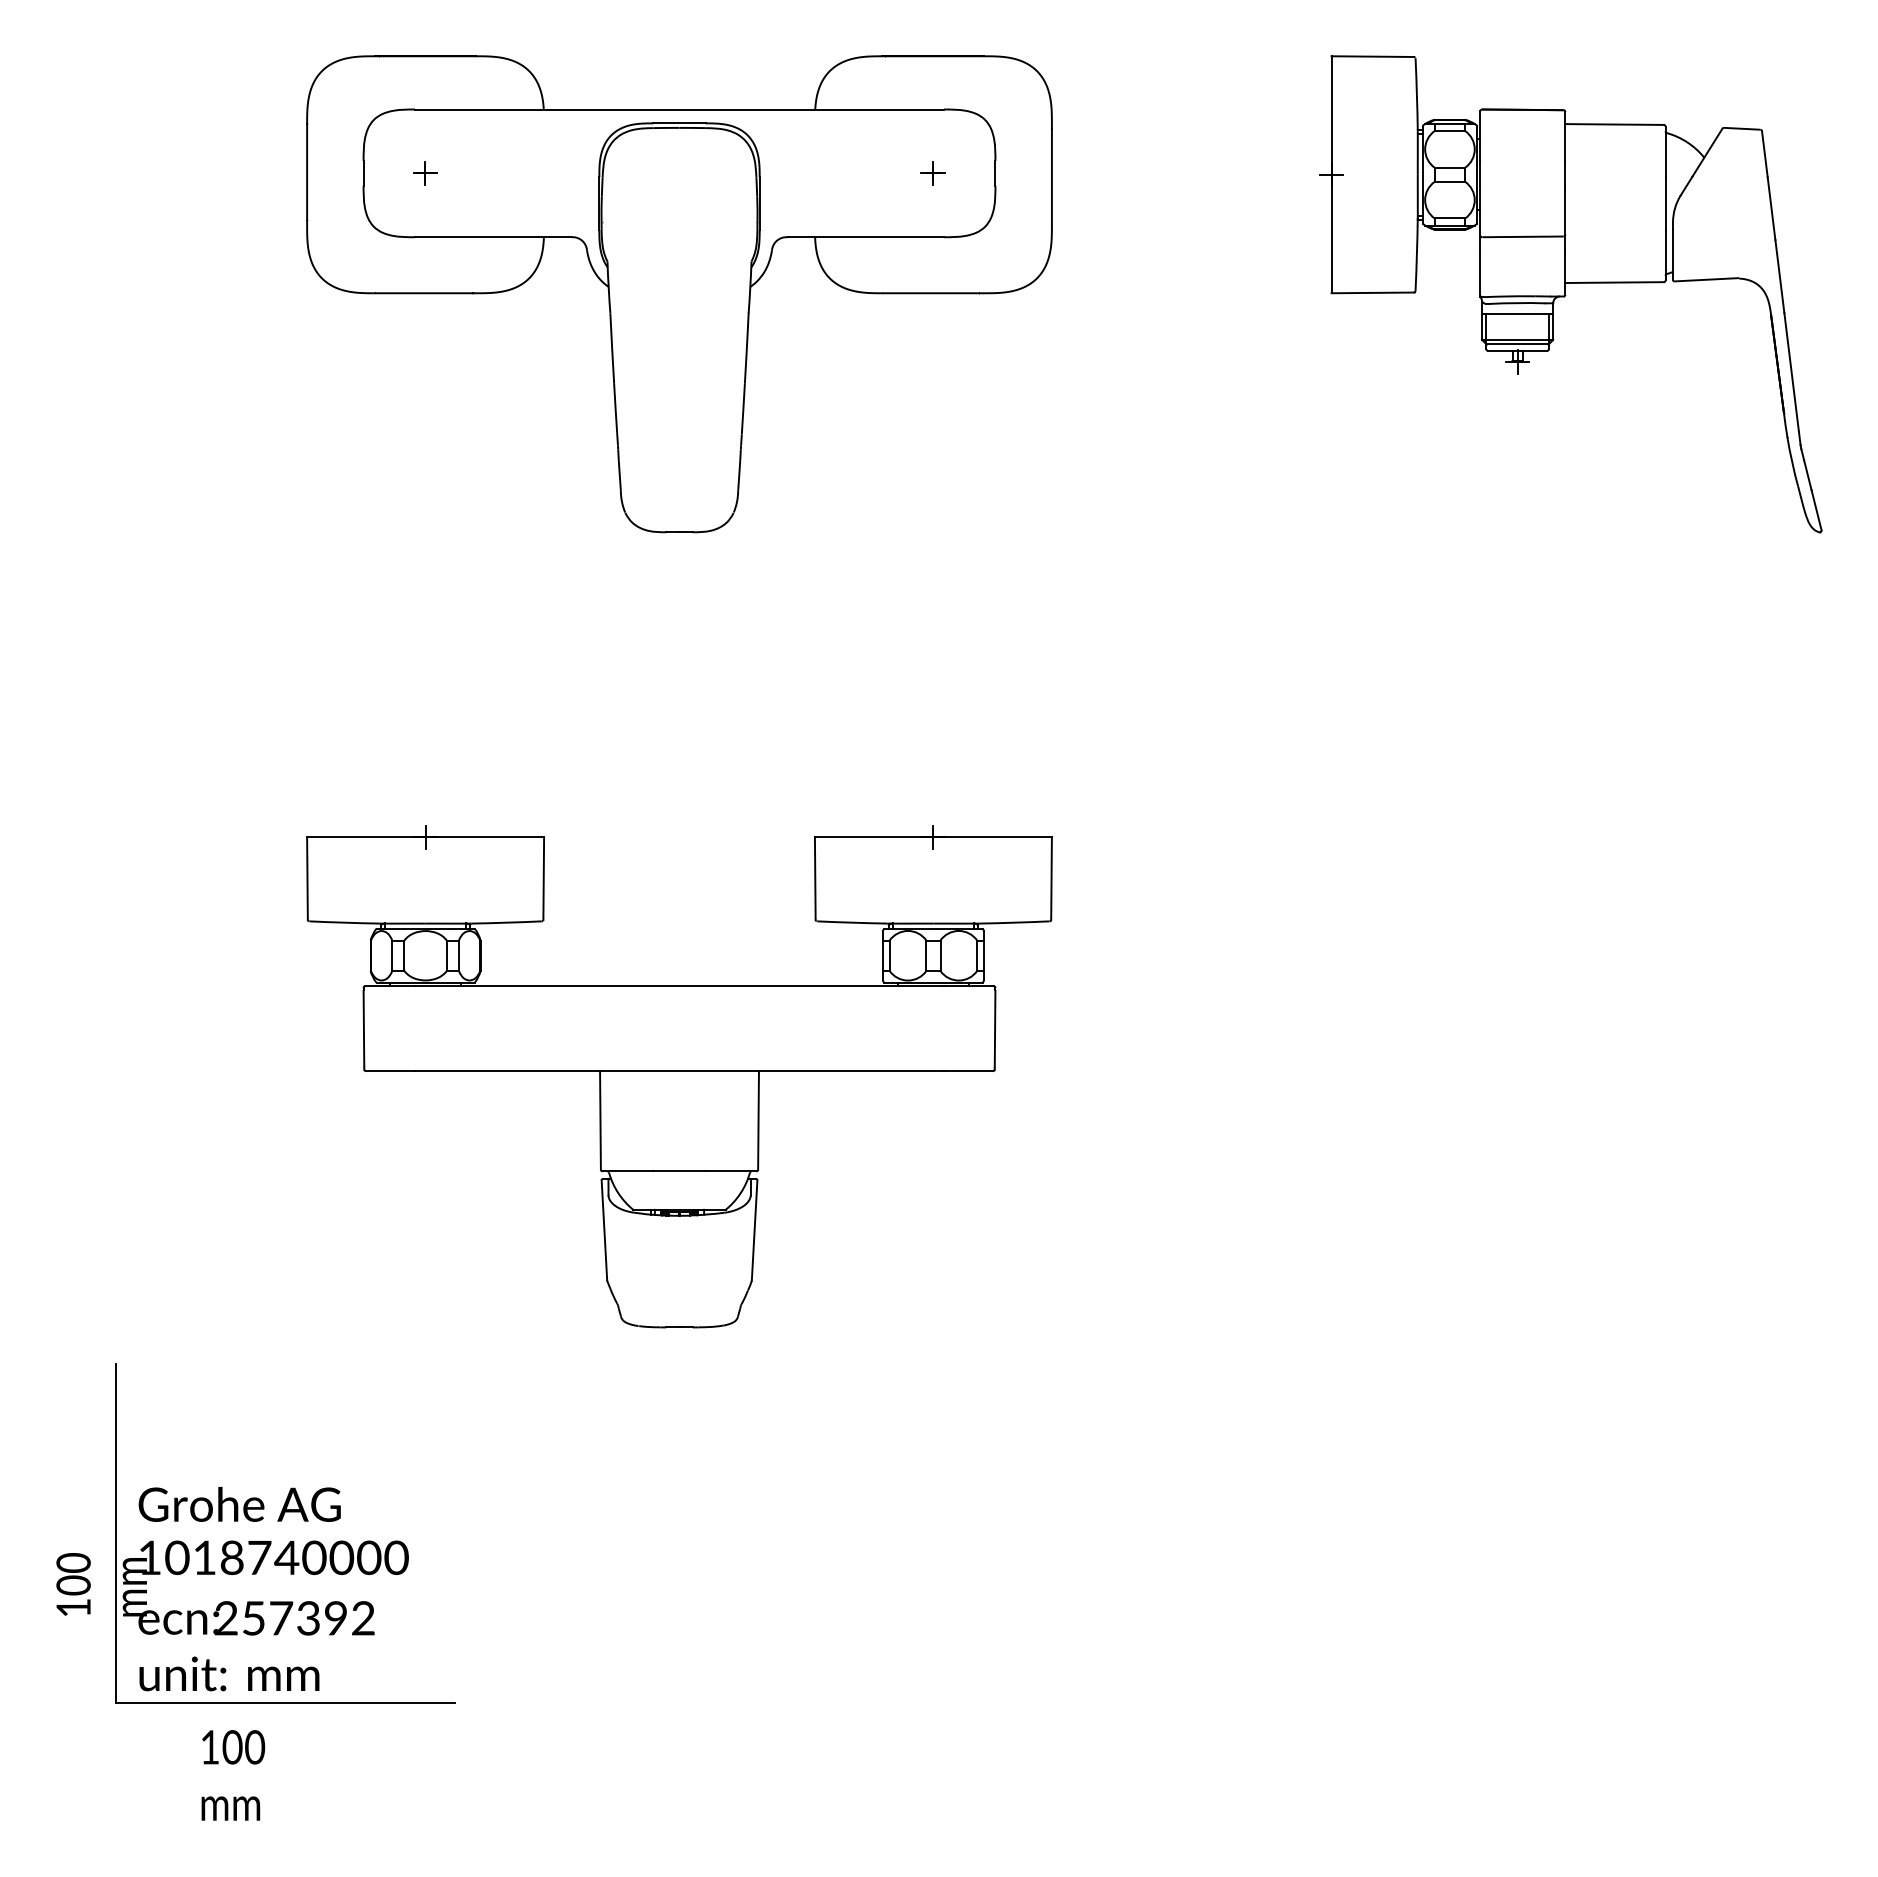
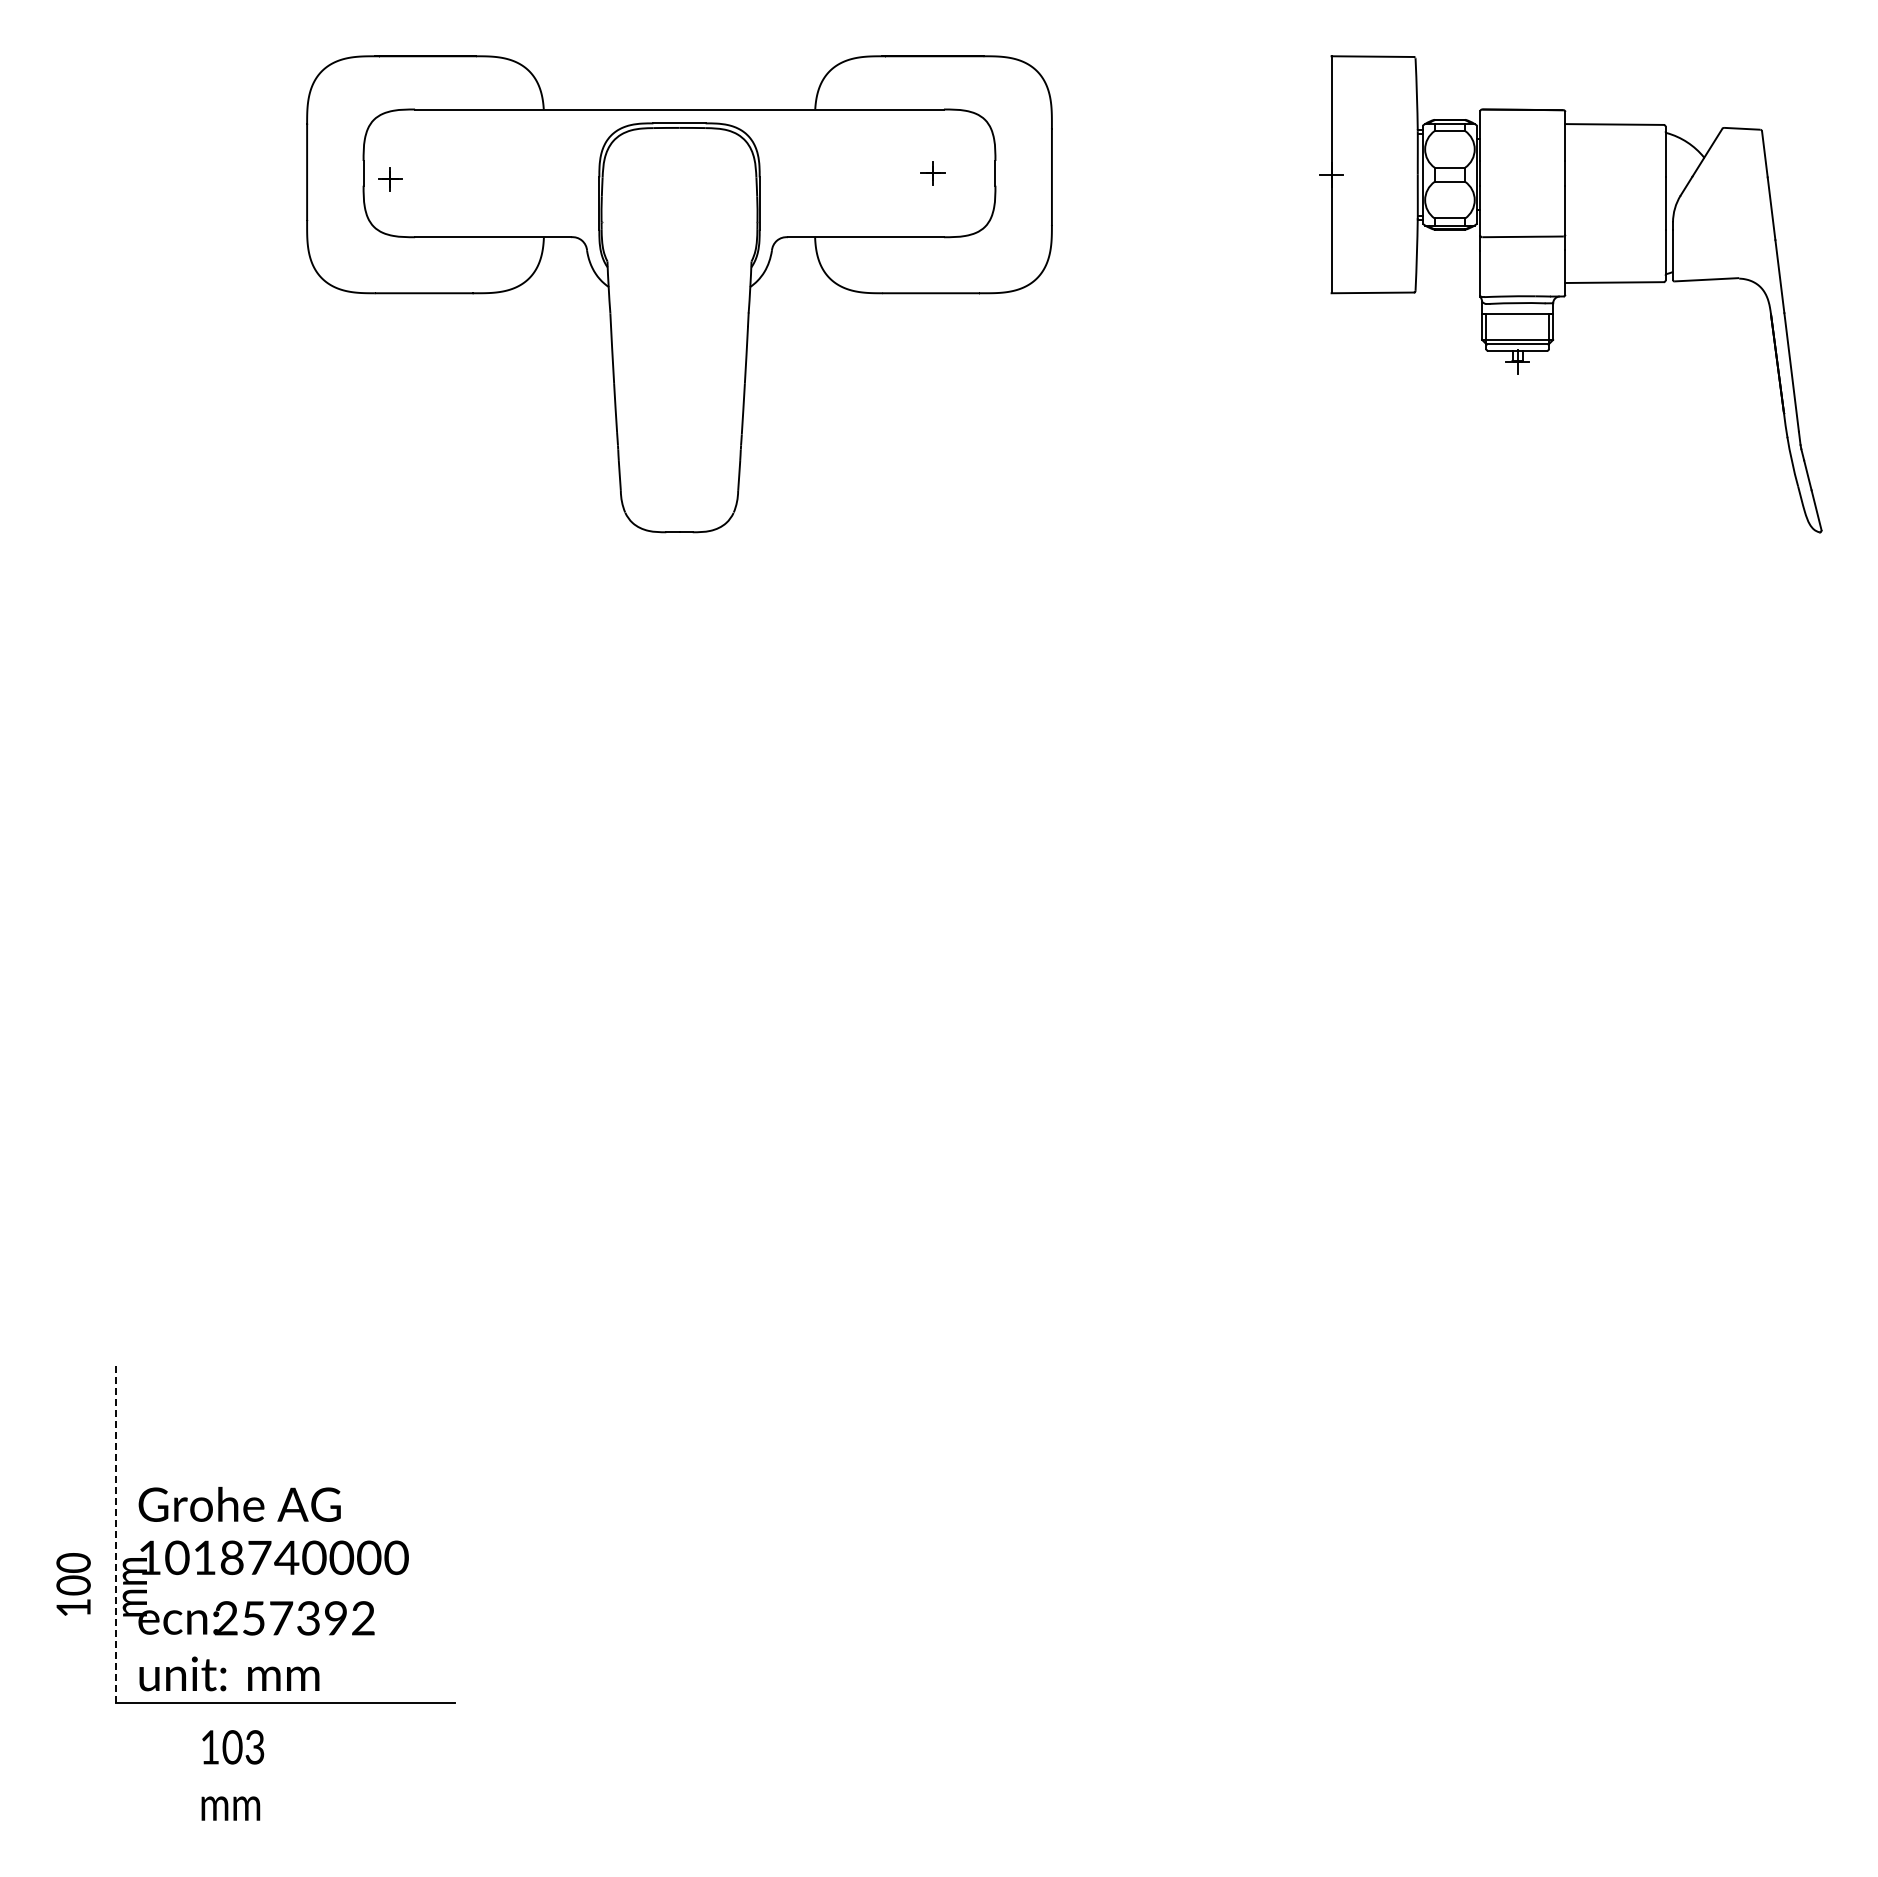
part at (425, 173) position: (425, 173) -> (390, 179)
part at (679, 1076): present -> none
line at (116, 1532): solid -> dashed
text at (255, 1747): 100 -> 103
